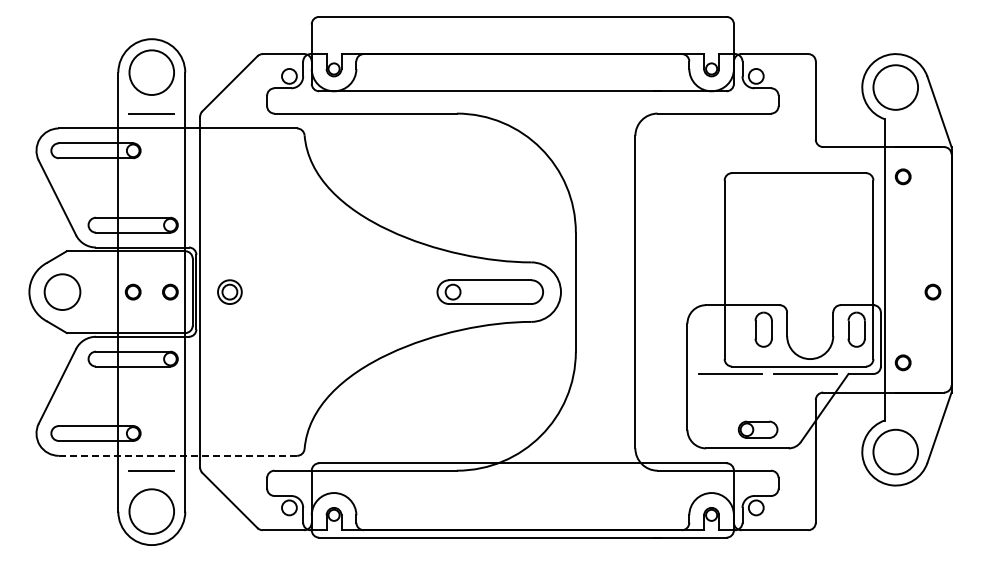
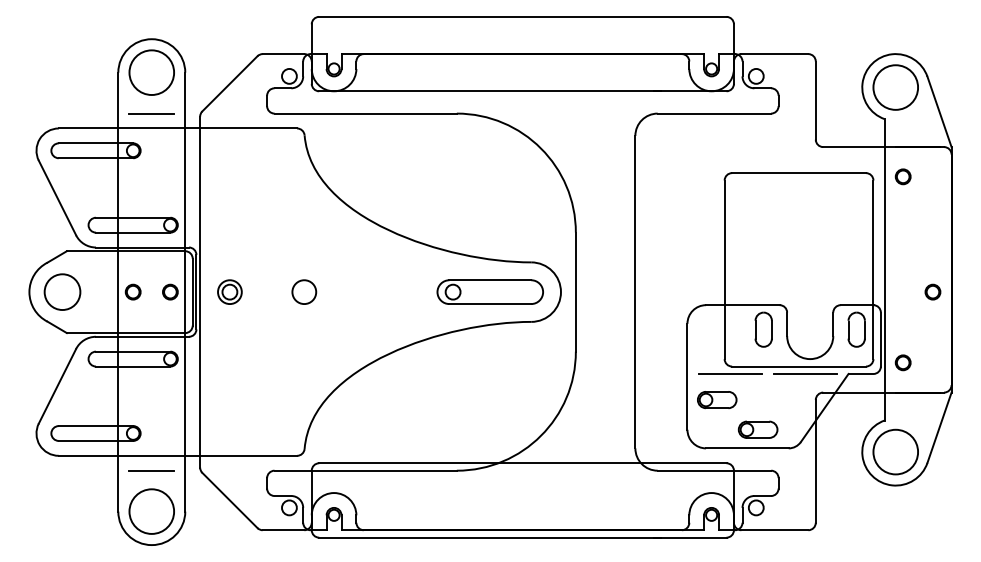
circle at (304, 291): none -> present
part at (717, 400): none -> present
line at (177, 455): dashed -> solid
